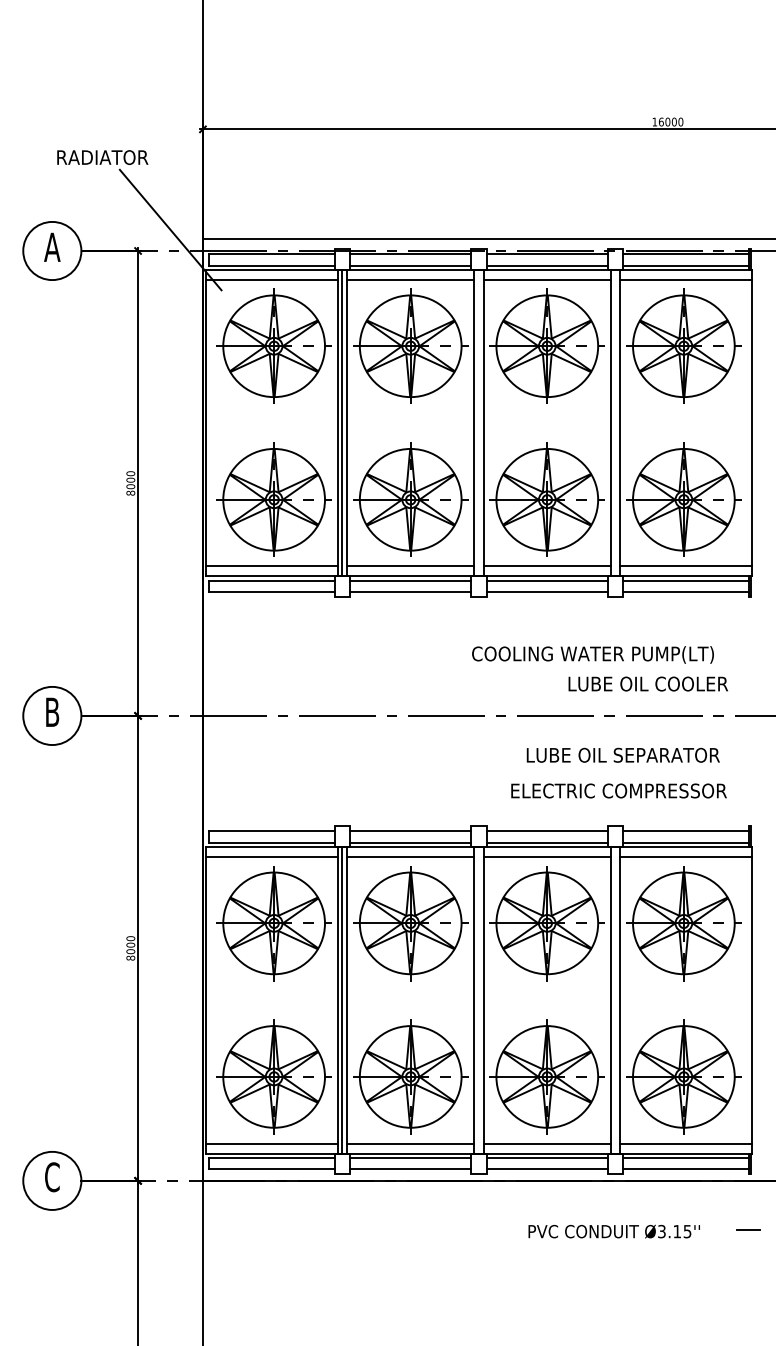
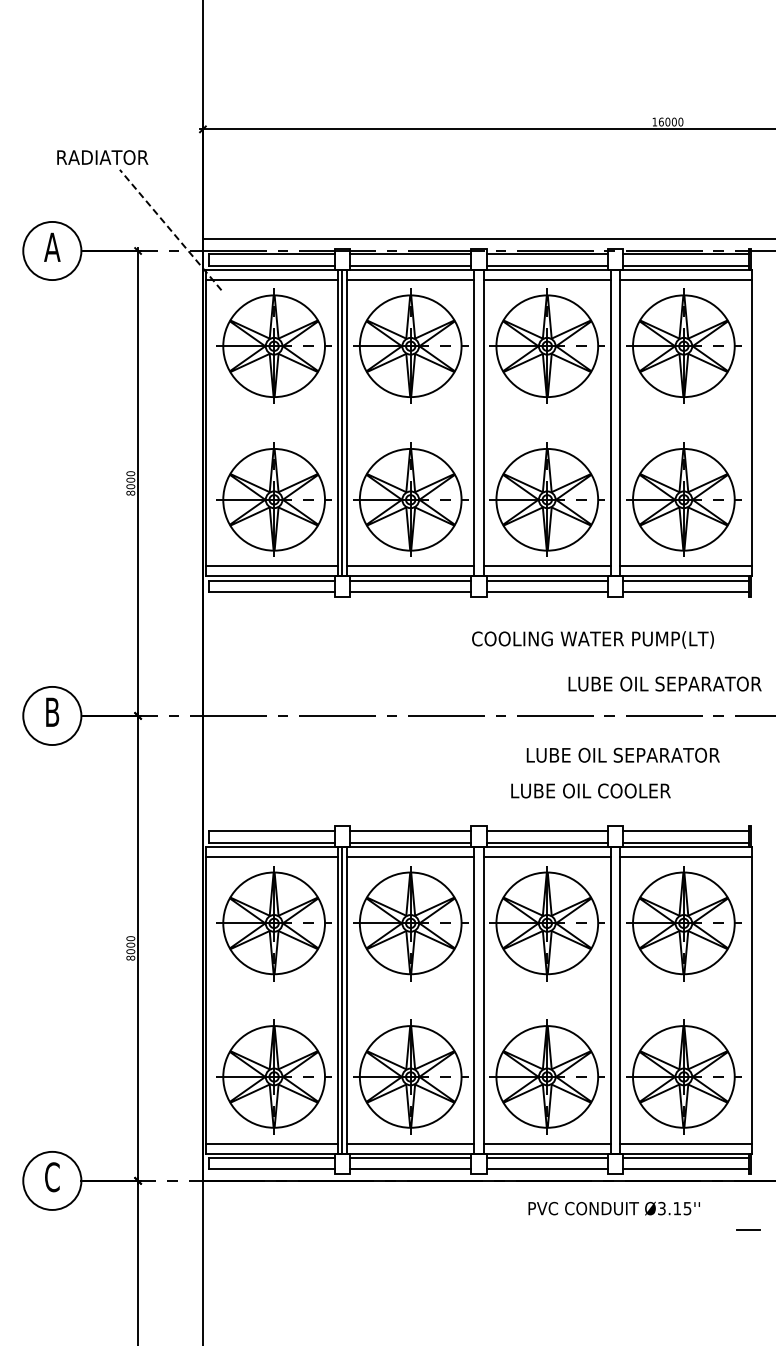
line at (170, 230): solid -> dashed
text at (592, 654) position: (592, 654) -> (592, 639)
text at (708, 683): LUBE OIL COOLER -> LUBE OIL SEPARATOR
text at (619, 790): ELECTRIC COMPRESSOR -> LUBE OIL COOLER
text at (613, 1231) position: (613, 1231) -> (613, 1208)
